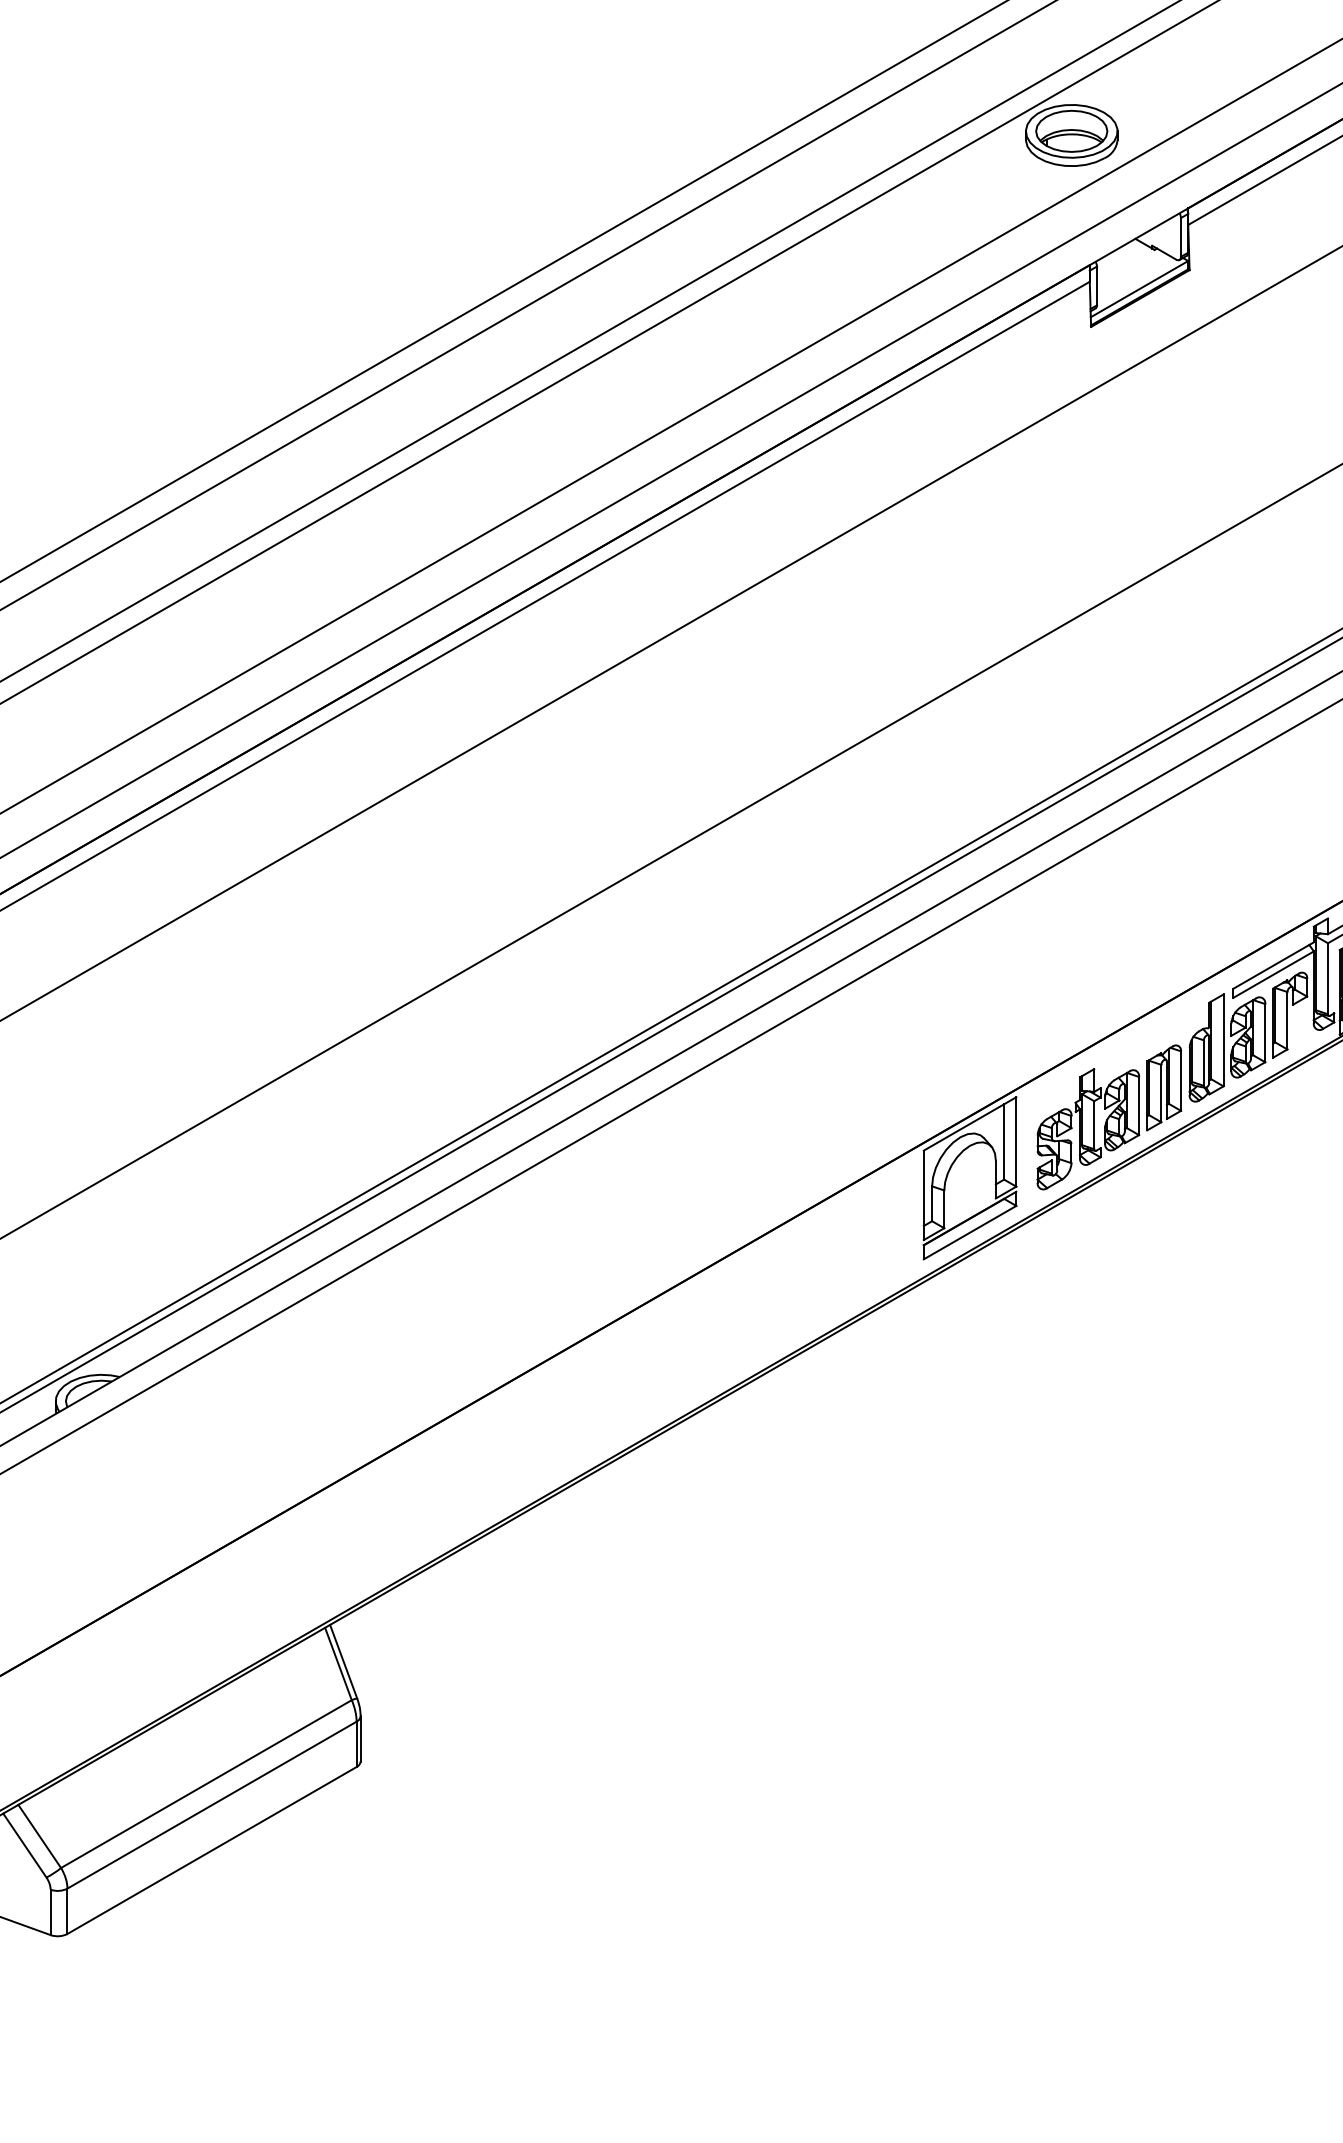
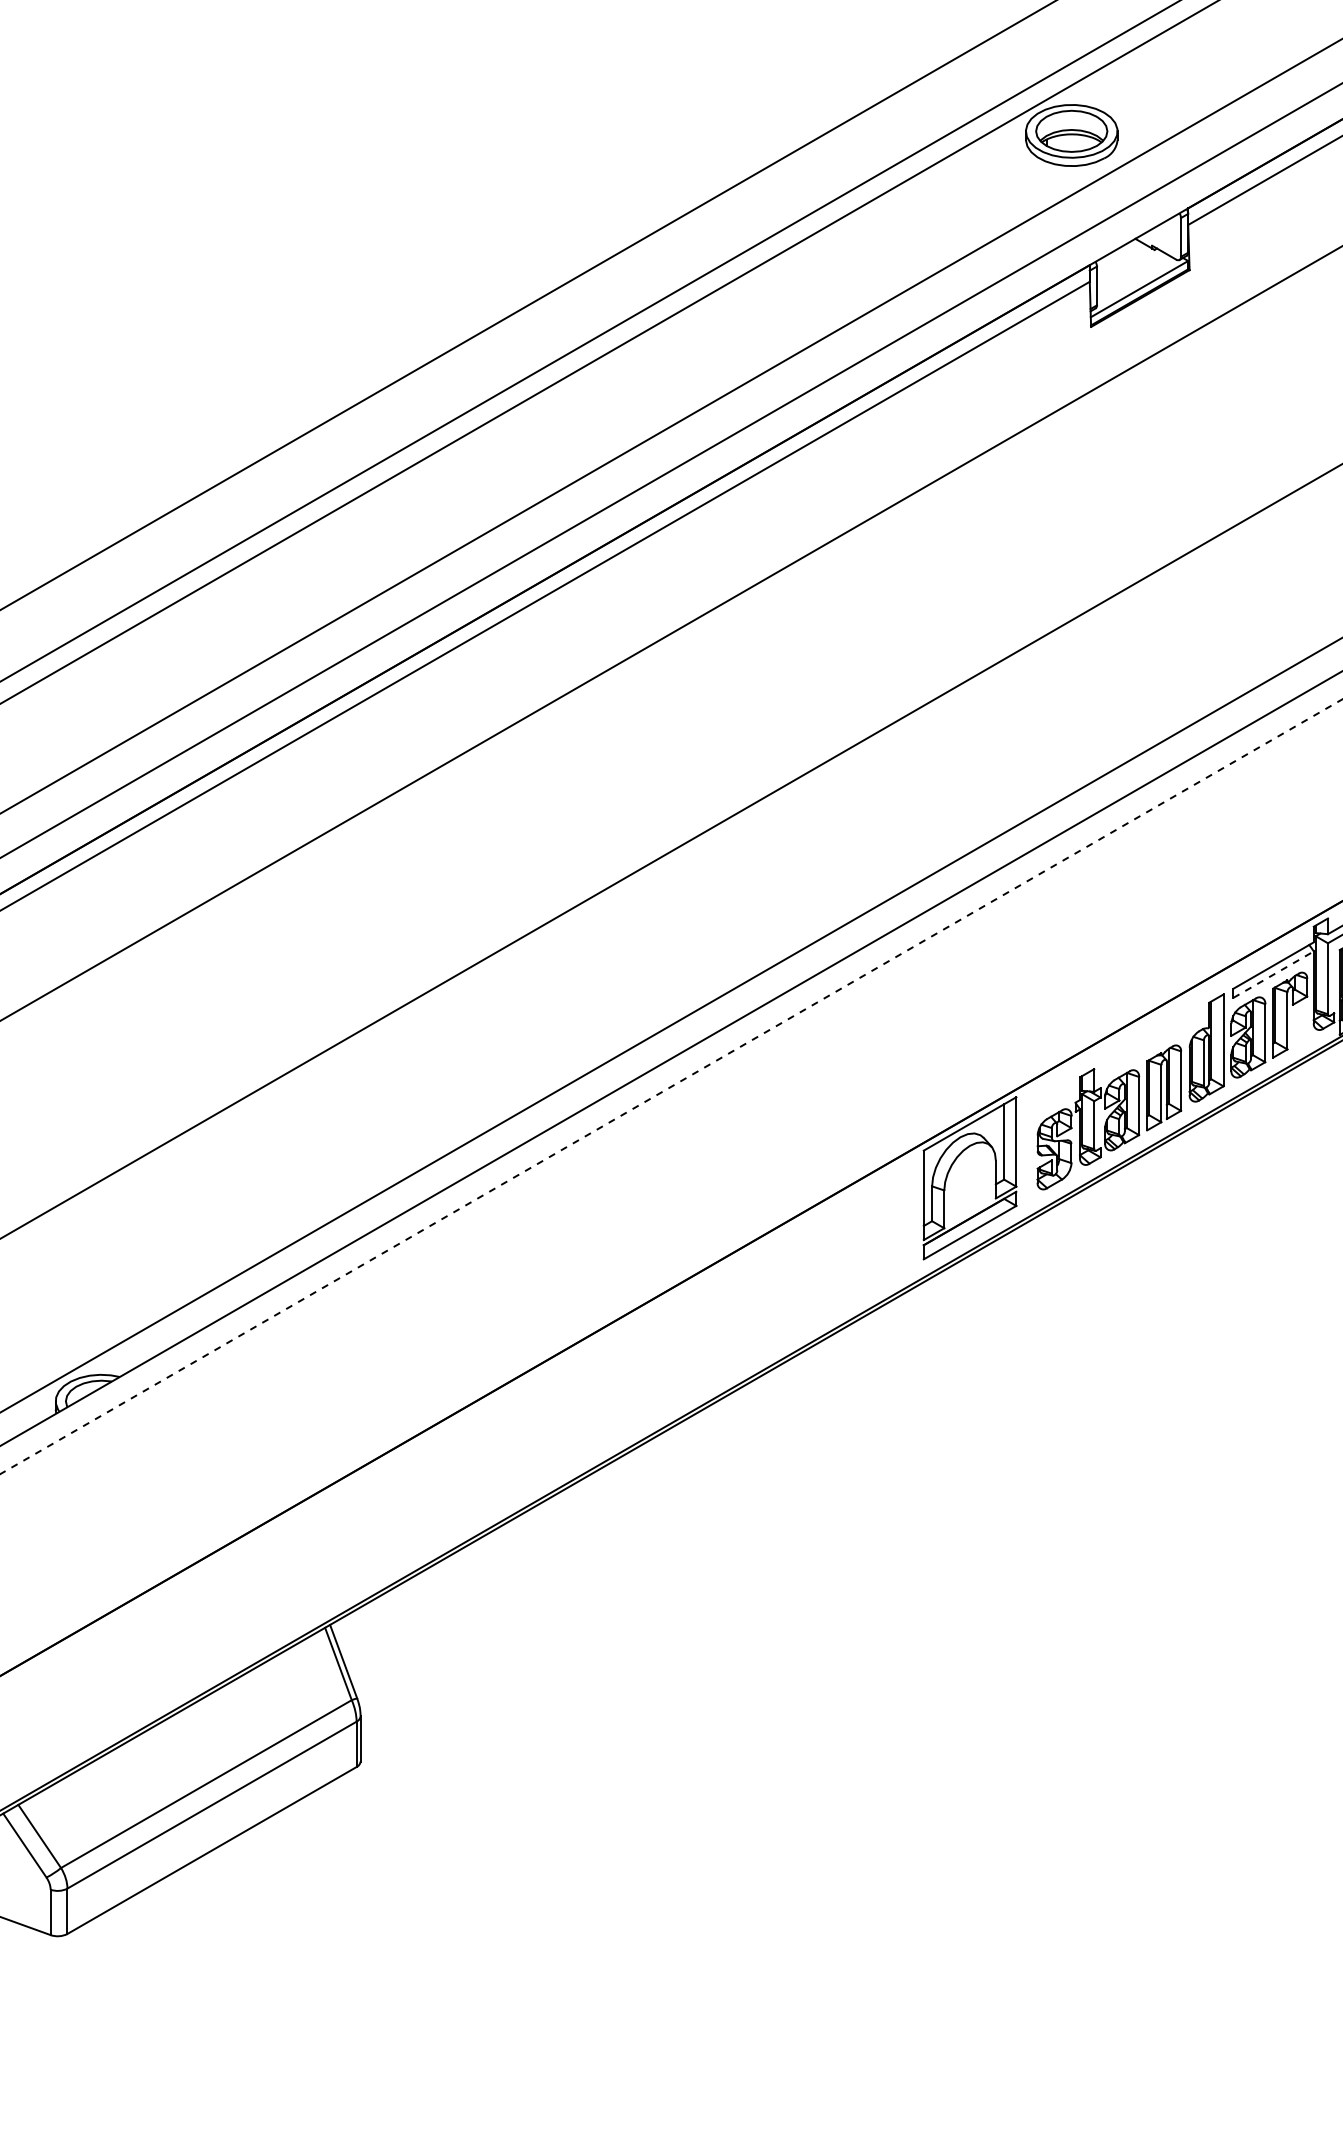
line at (503, 291): present -> none
line at (1274, 974): solid -> dashed
line at (670, 1015): present -> none
line at (671, 1086): solid -> dashed
